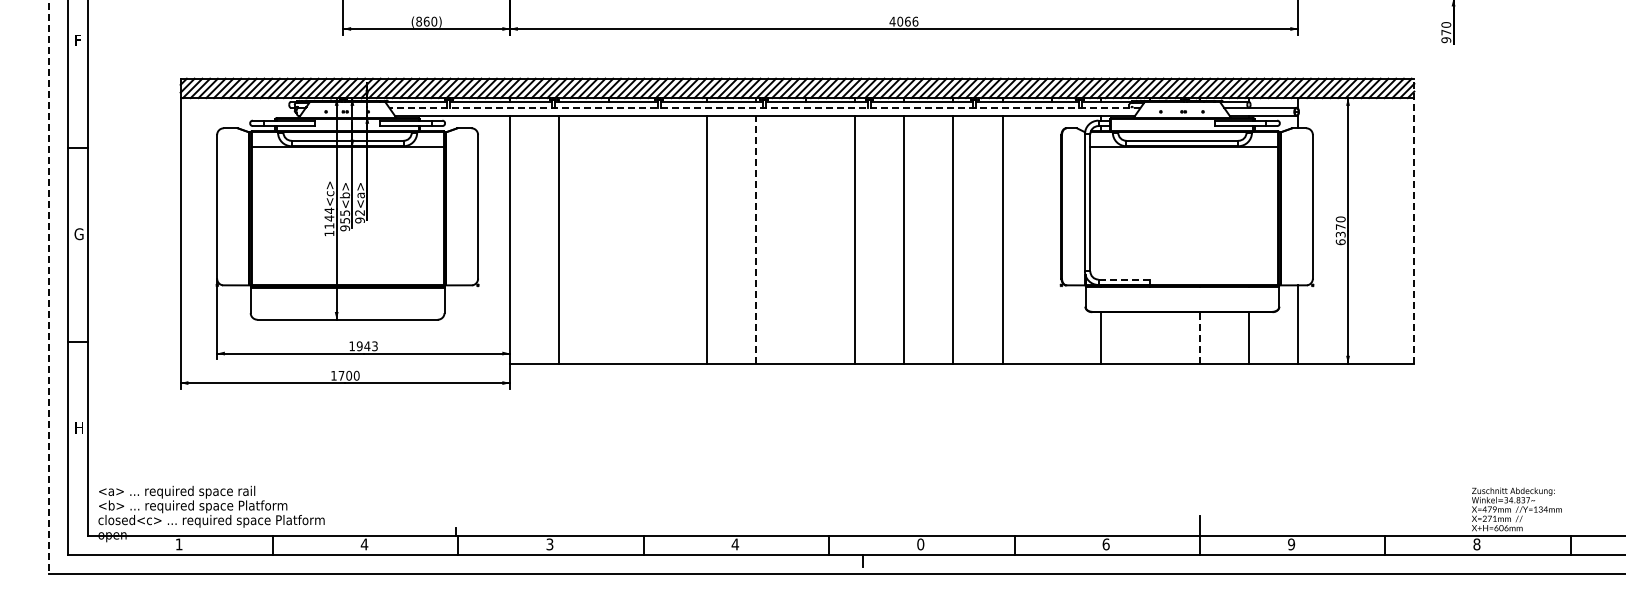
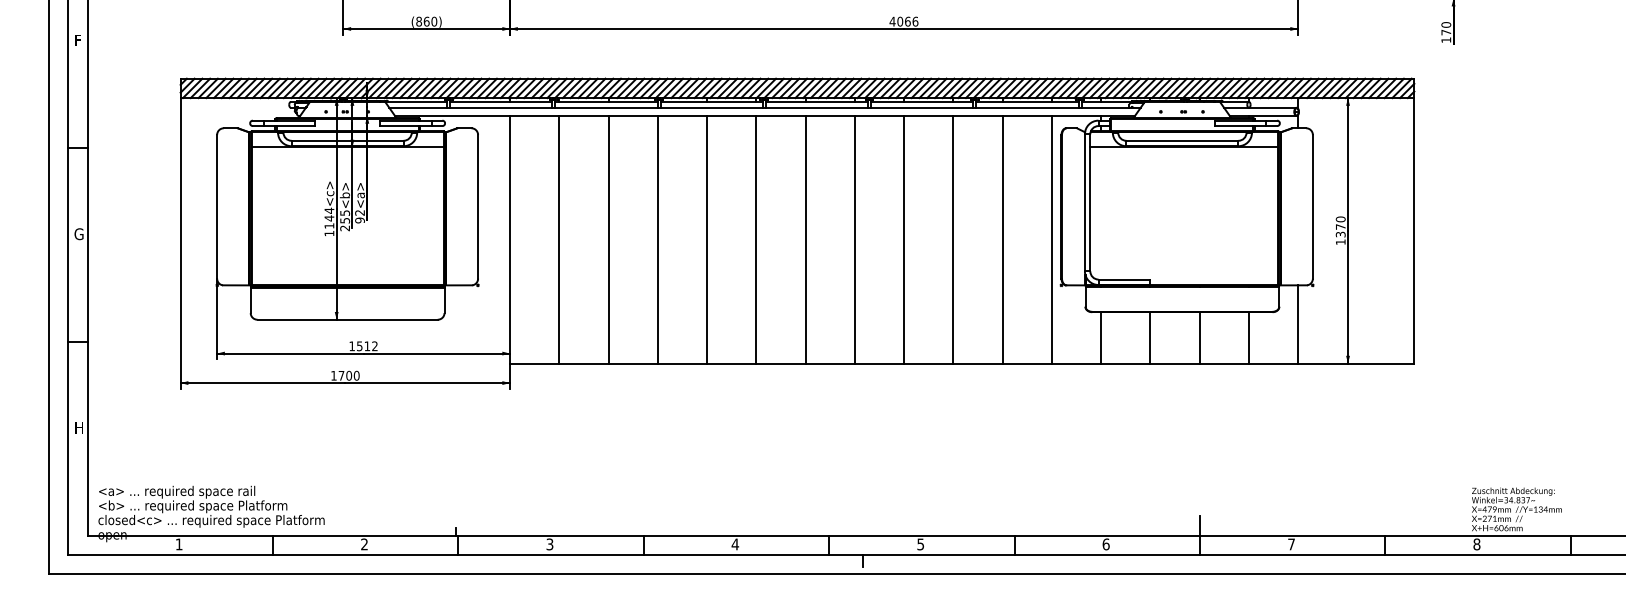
text at (1446, 40): 970 -> 170
line at (765, 107): dashed -> solid
line at (1414, 220): dashed -> solid
text at (345, 228): 955<b> -> 255<b>
line at (608, 239): none -> present
line at (657, 239): none -> present
line at (756, 239): dashed -> solid
line at (805, 239): none -> present
line at (1051, 239): none -> present
text at (1340, 242): 6370 -> 1370
line at (1124, 279): dashed -> solid
line at (48, 287): dashed -> solid
line at (1150, 337): none -> present
line at (1199, 337): dashed -> solid
text at (366, 346): 1943 -> 1512
text at (364, 544): 4 -> 2
text at (920, 544): 0 -> 5
text at (1291, 544): 9 -> 7
